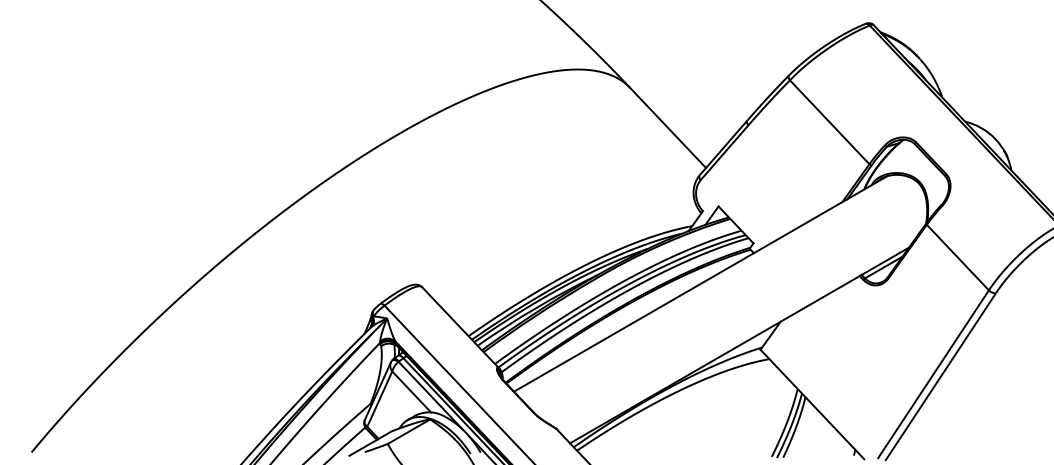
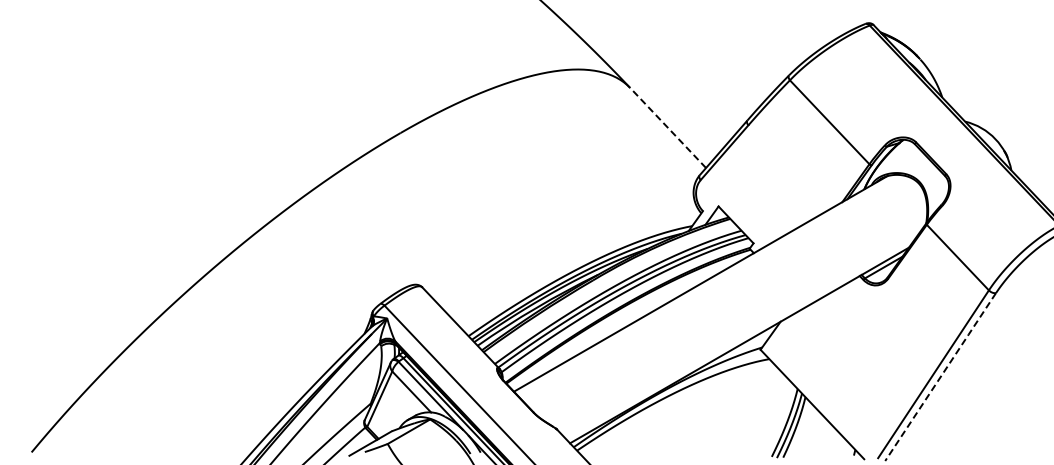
line at (667, 127): solid -> dashed
line at (941, 376): solid -> dashed
